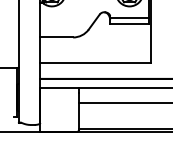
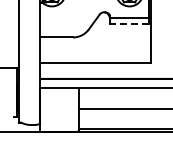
line at (129, 23): solid -> dashed
line at (124, 102) position: (124, 102) -> (124, 108)
